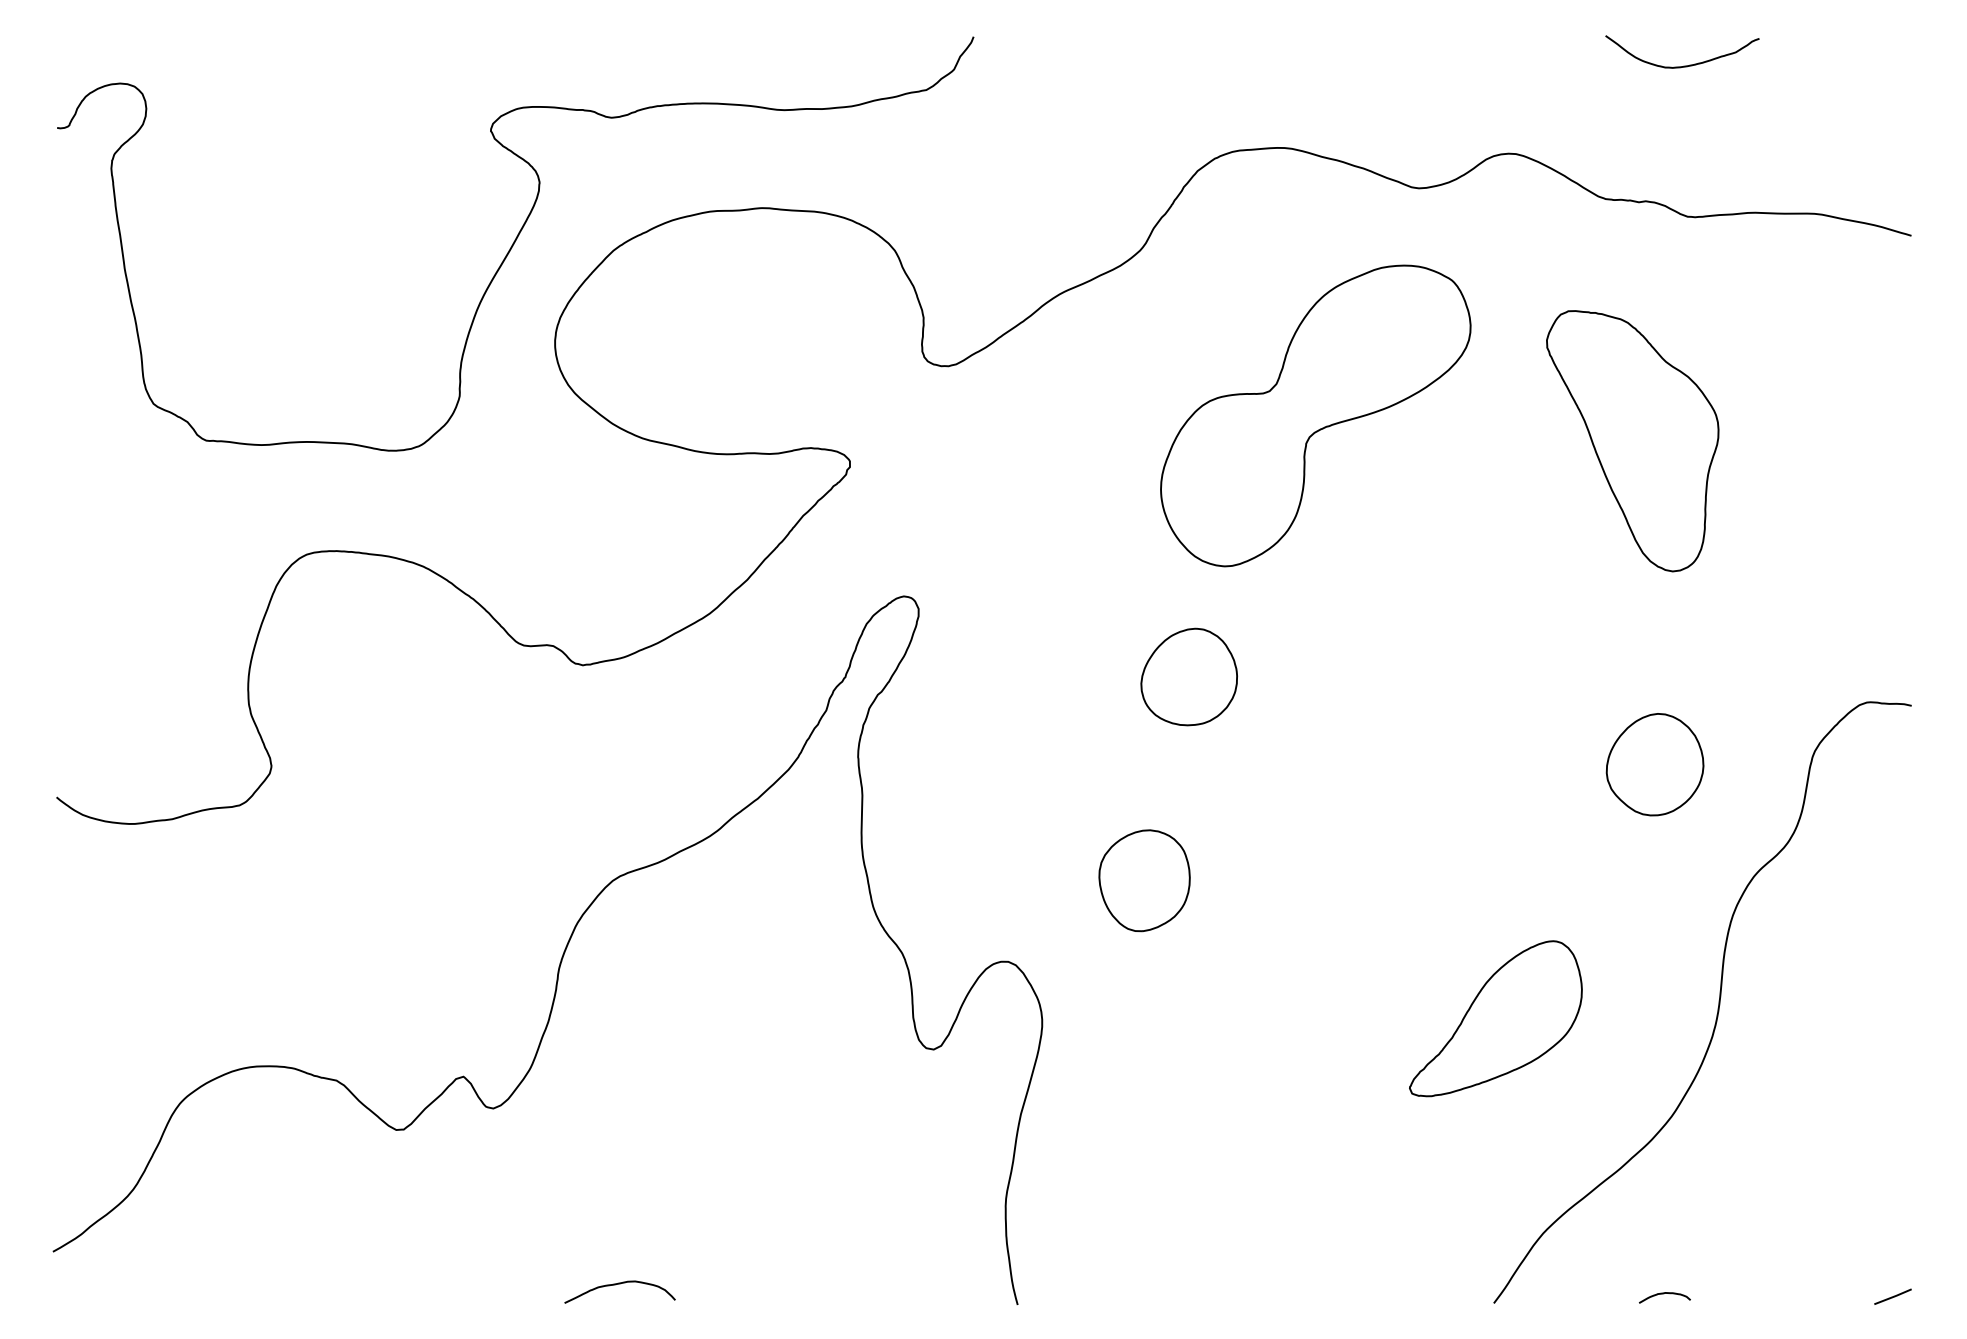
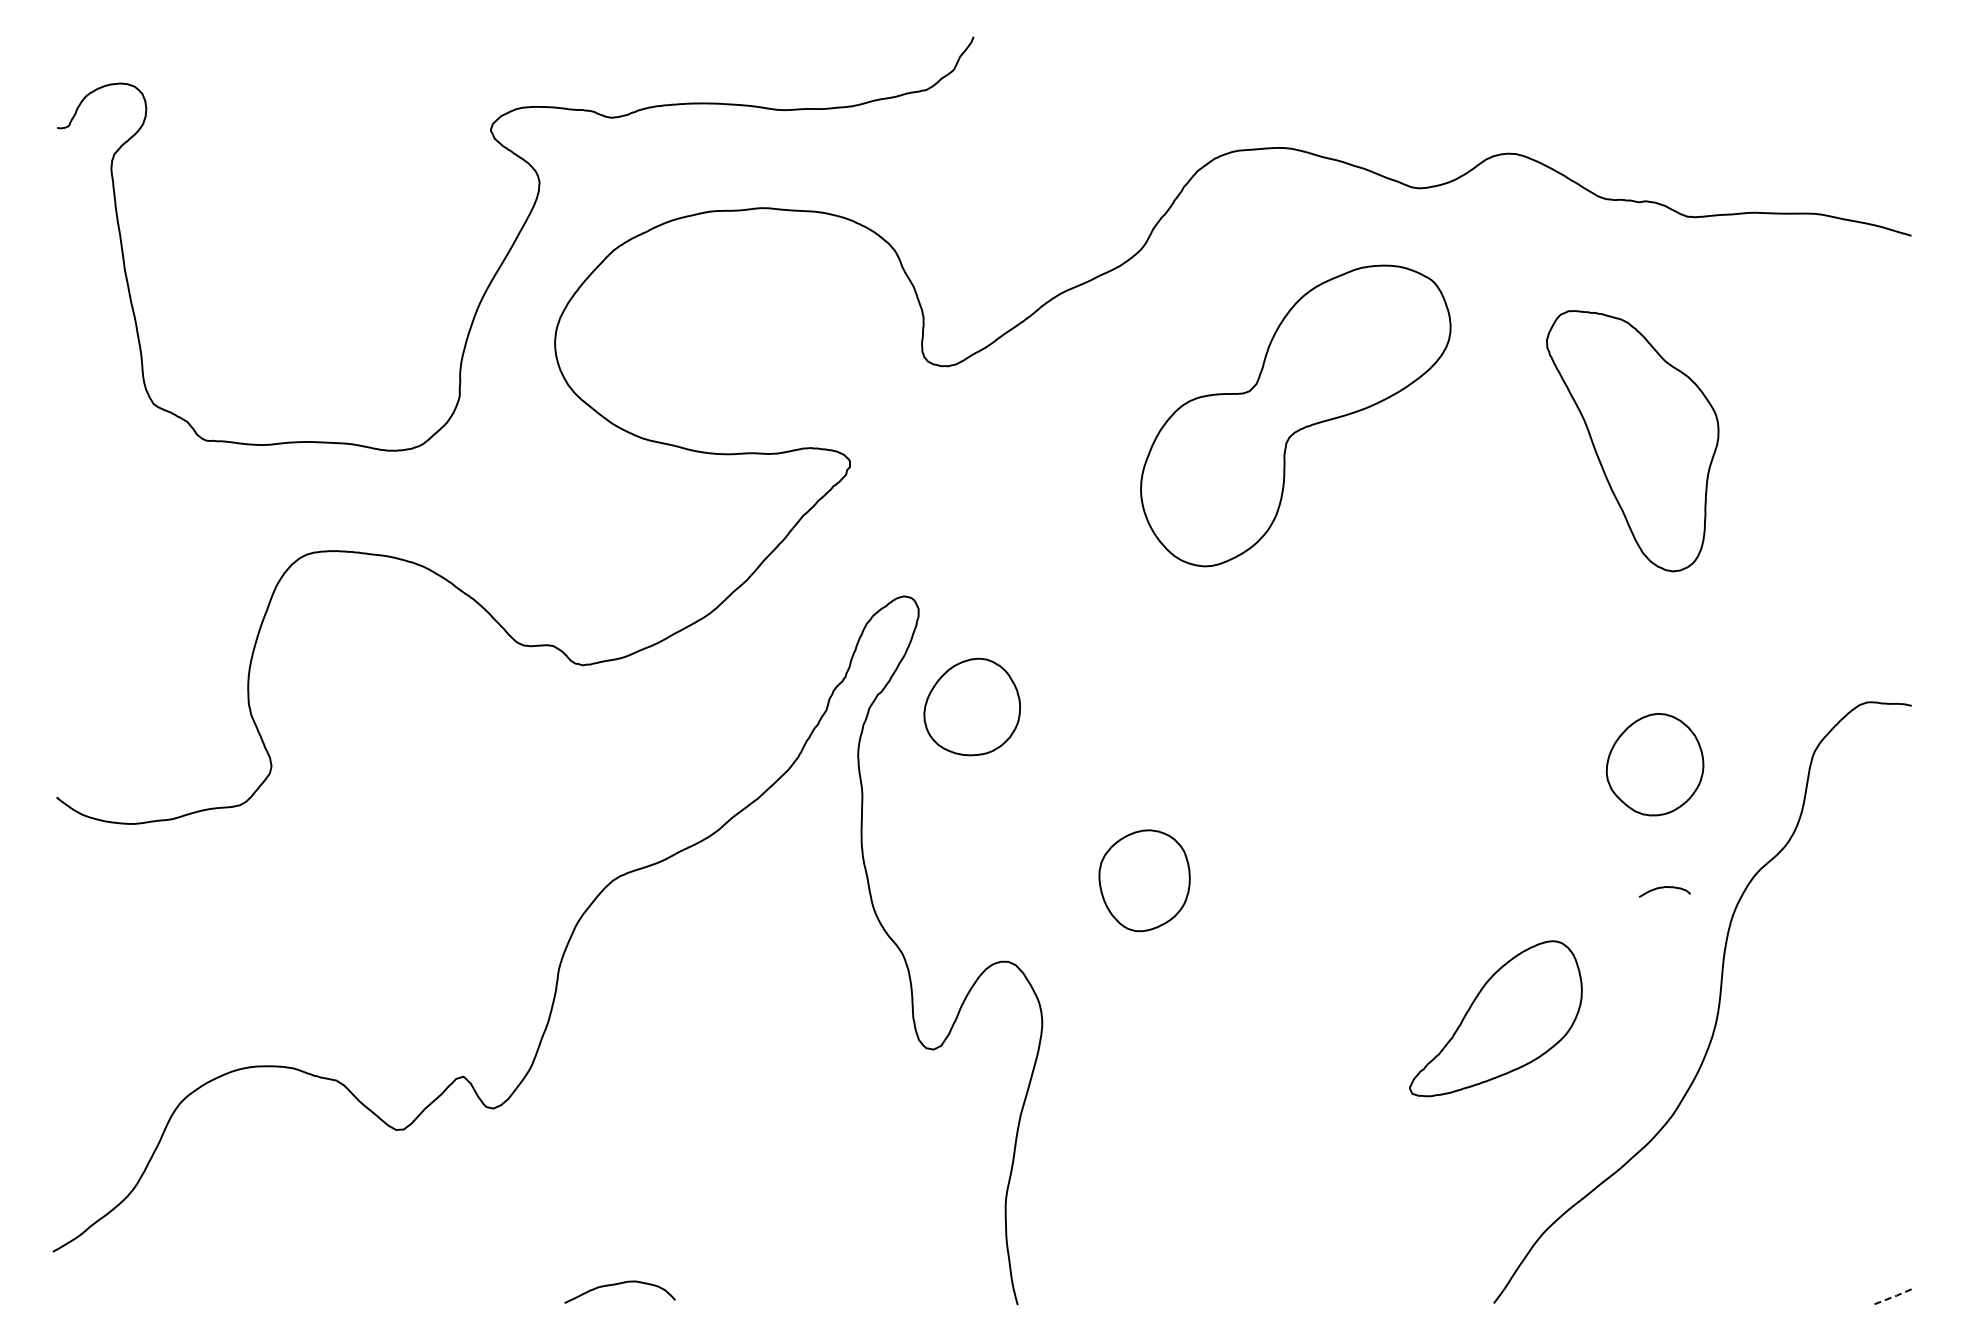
curve at (1683, 65): present -> none
part at (1315, 415) position: (1315, 415) -> (1295, 415)
part at (1188, 676) position: (1188, 676) -> (971, 706)
curve at (1664, 1294) position: (1664, 1294) -> (1664, 888)
line at (1893, 1297): solid -> dashed
